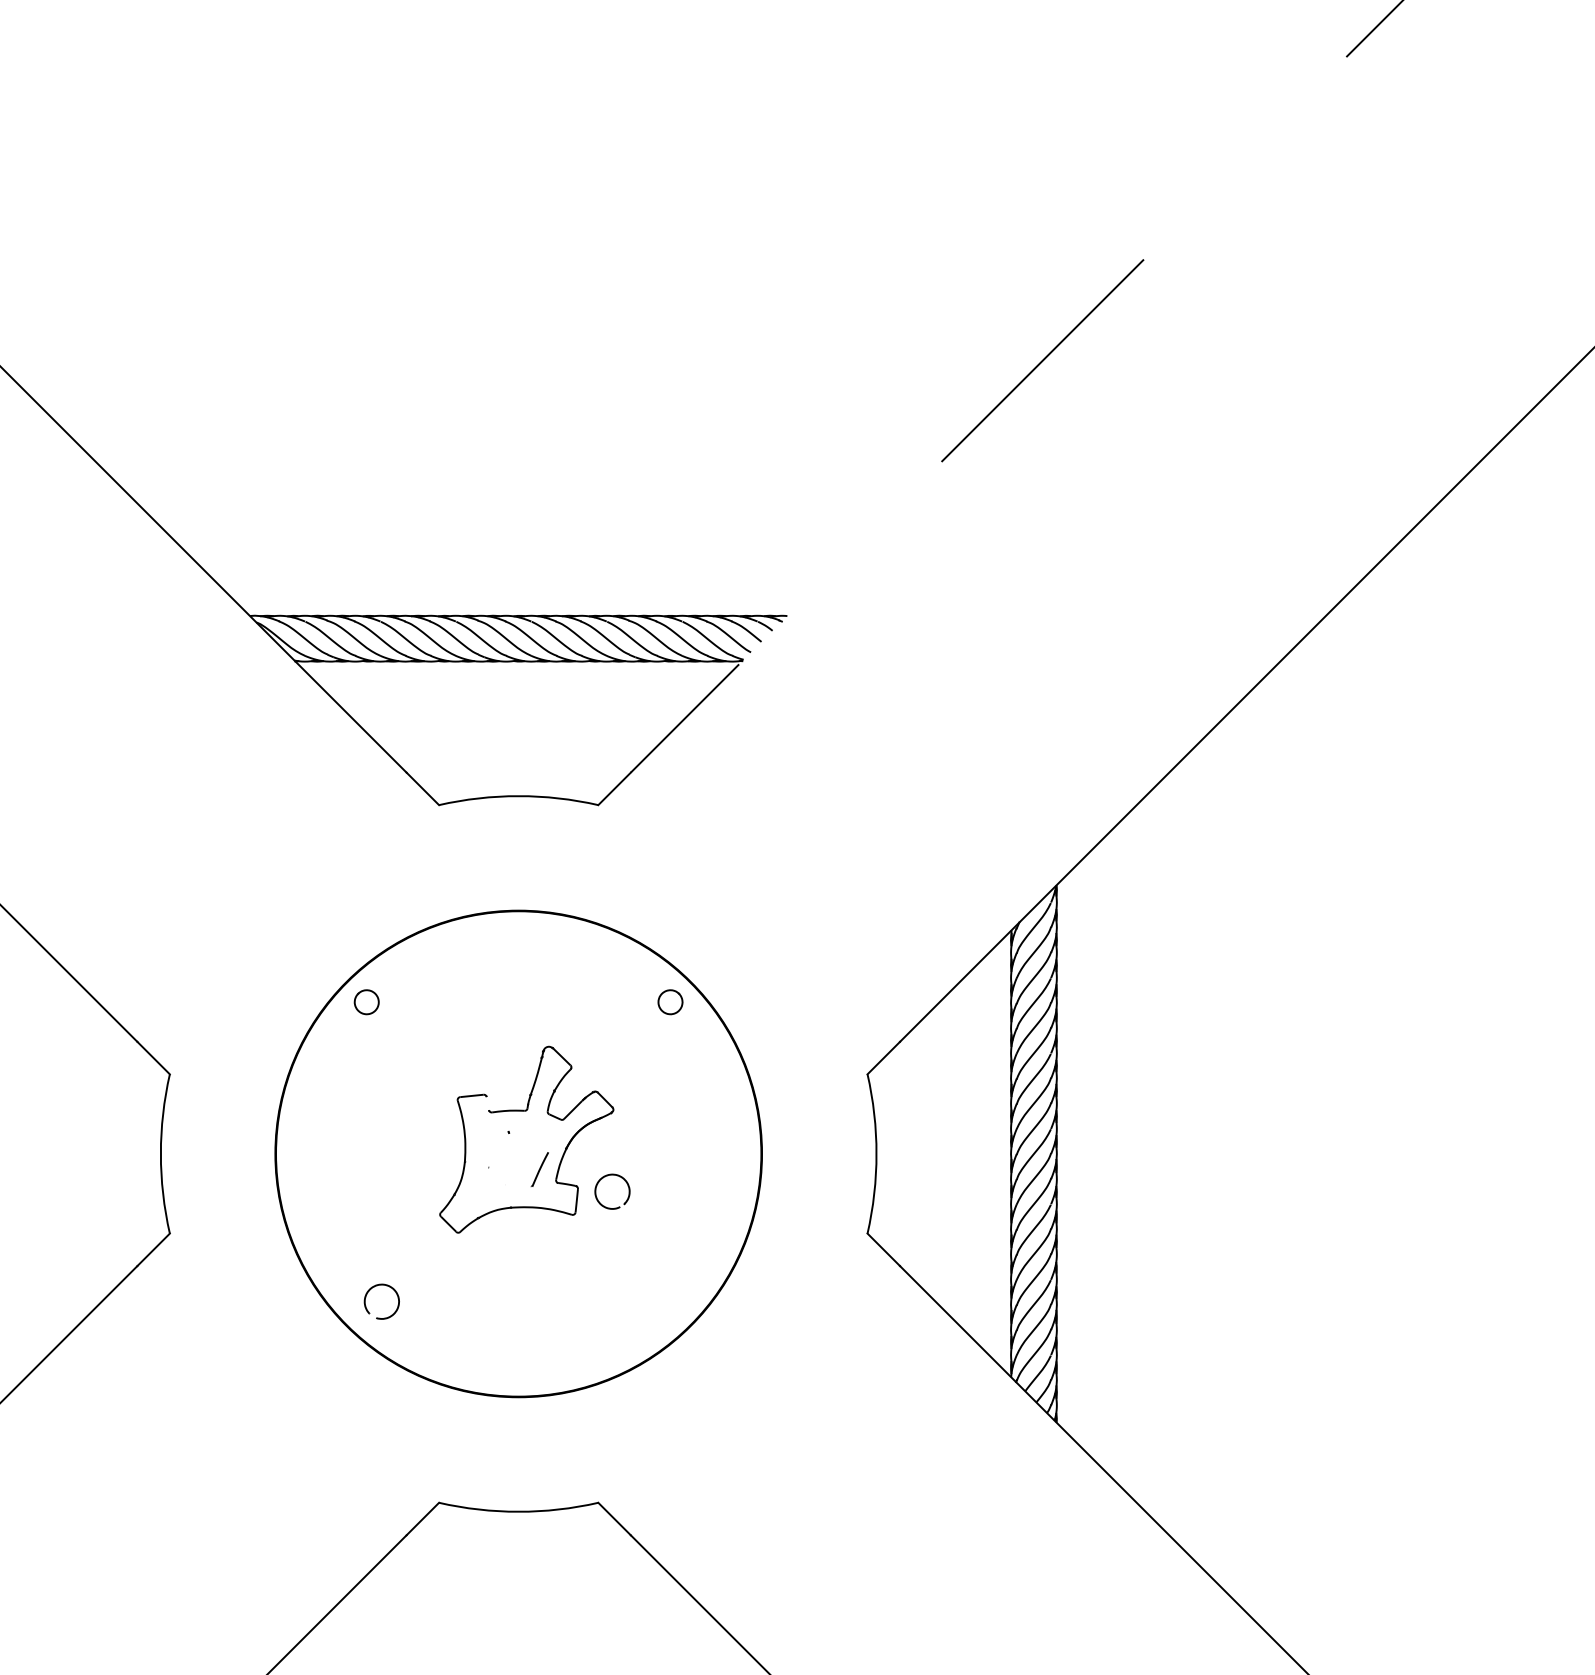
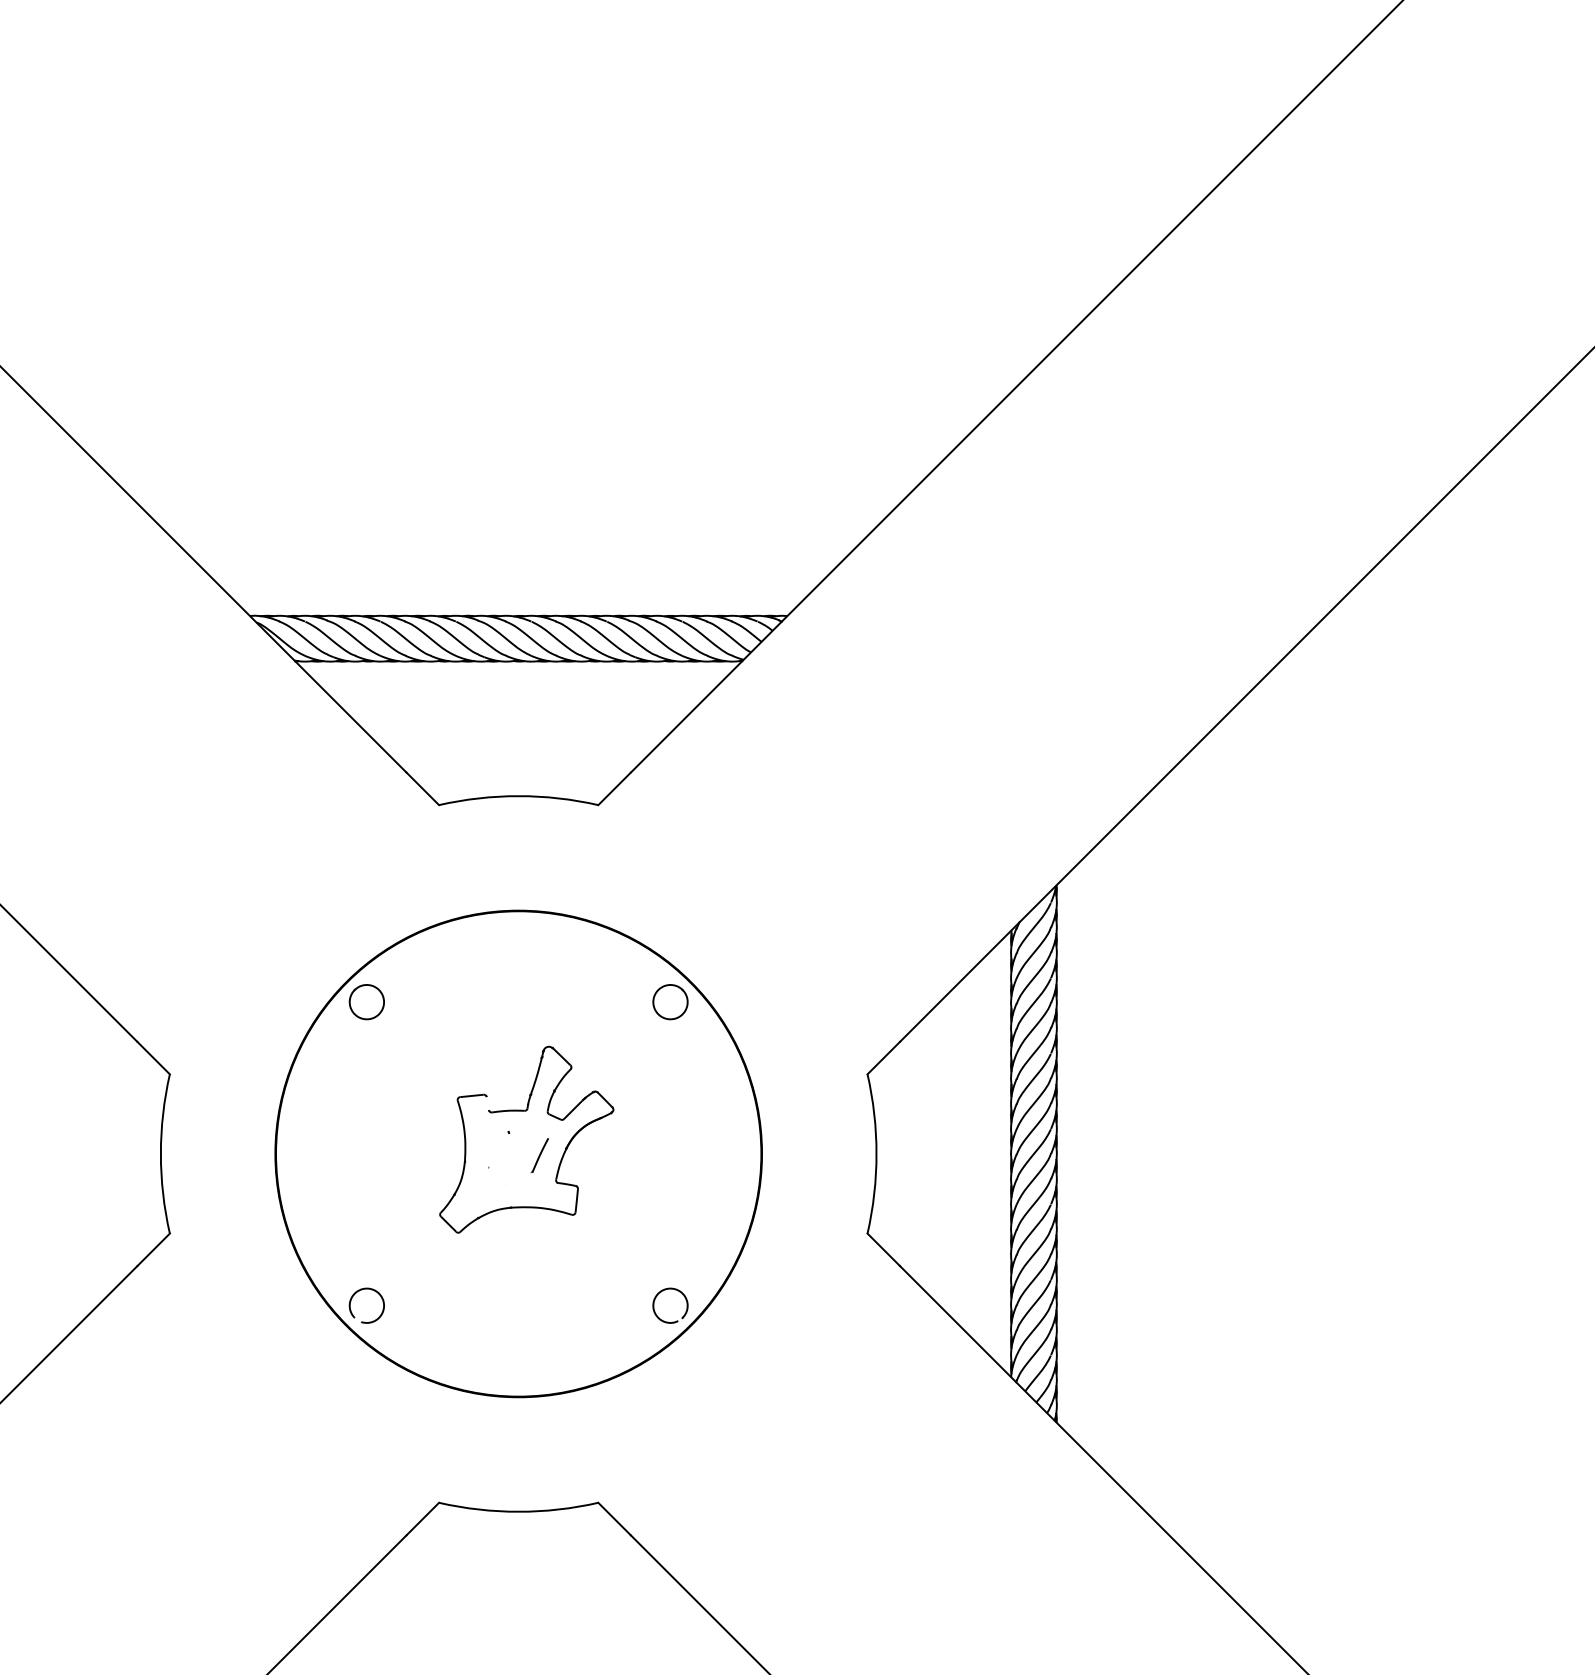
line at (1016, 386): dashed -> solid
part at (366, 1002) size: 27x27 px -> 37x37 px
part at (670, 1002) size: 27x27 px -> 37x37 px
line at (539, 1169) position: (539, 1169) -> (539, 1155)
part at (602, 1179) position: (602, 1179) -> (660, 1293)
part at (377, 1286) position: (377, 1286) -> (362, 1290)
